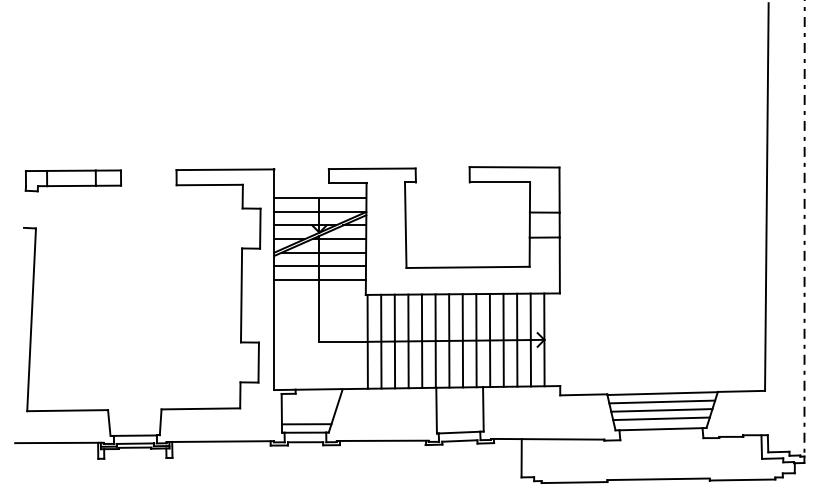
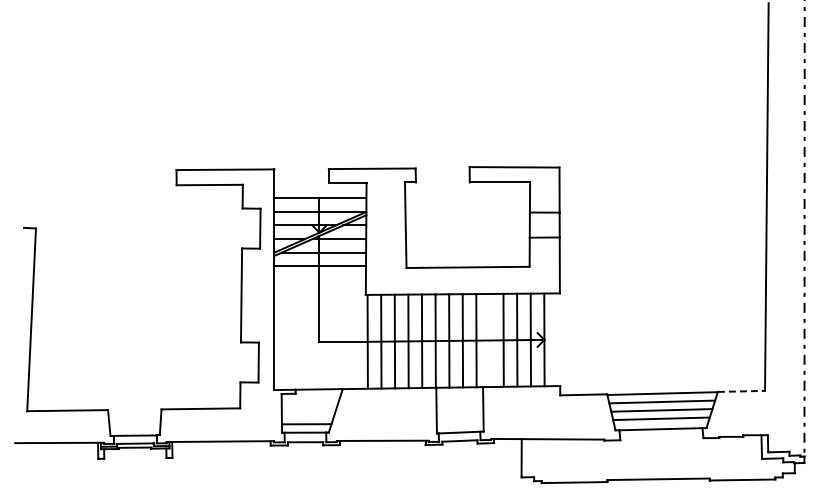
part at (72, 180): present -> none
line at (319, 279): present -> none
line at (489, 340): present -> none
line at (741, 391): solid -> dashed
